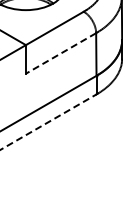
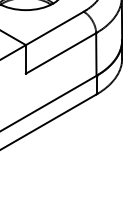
line at (61, 53): dashed -> solid
line at (48, 121): dashed -> solid
